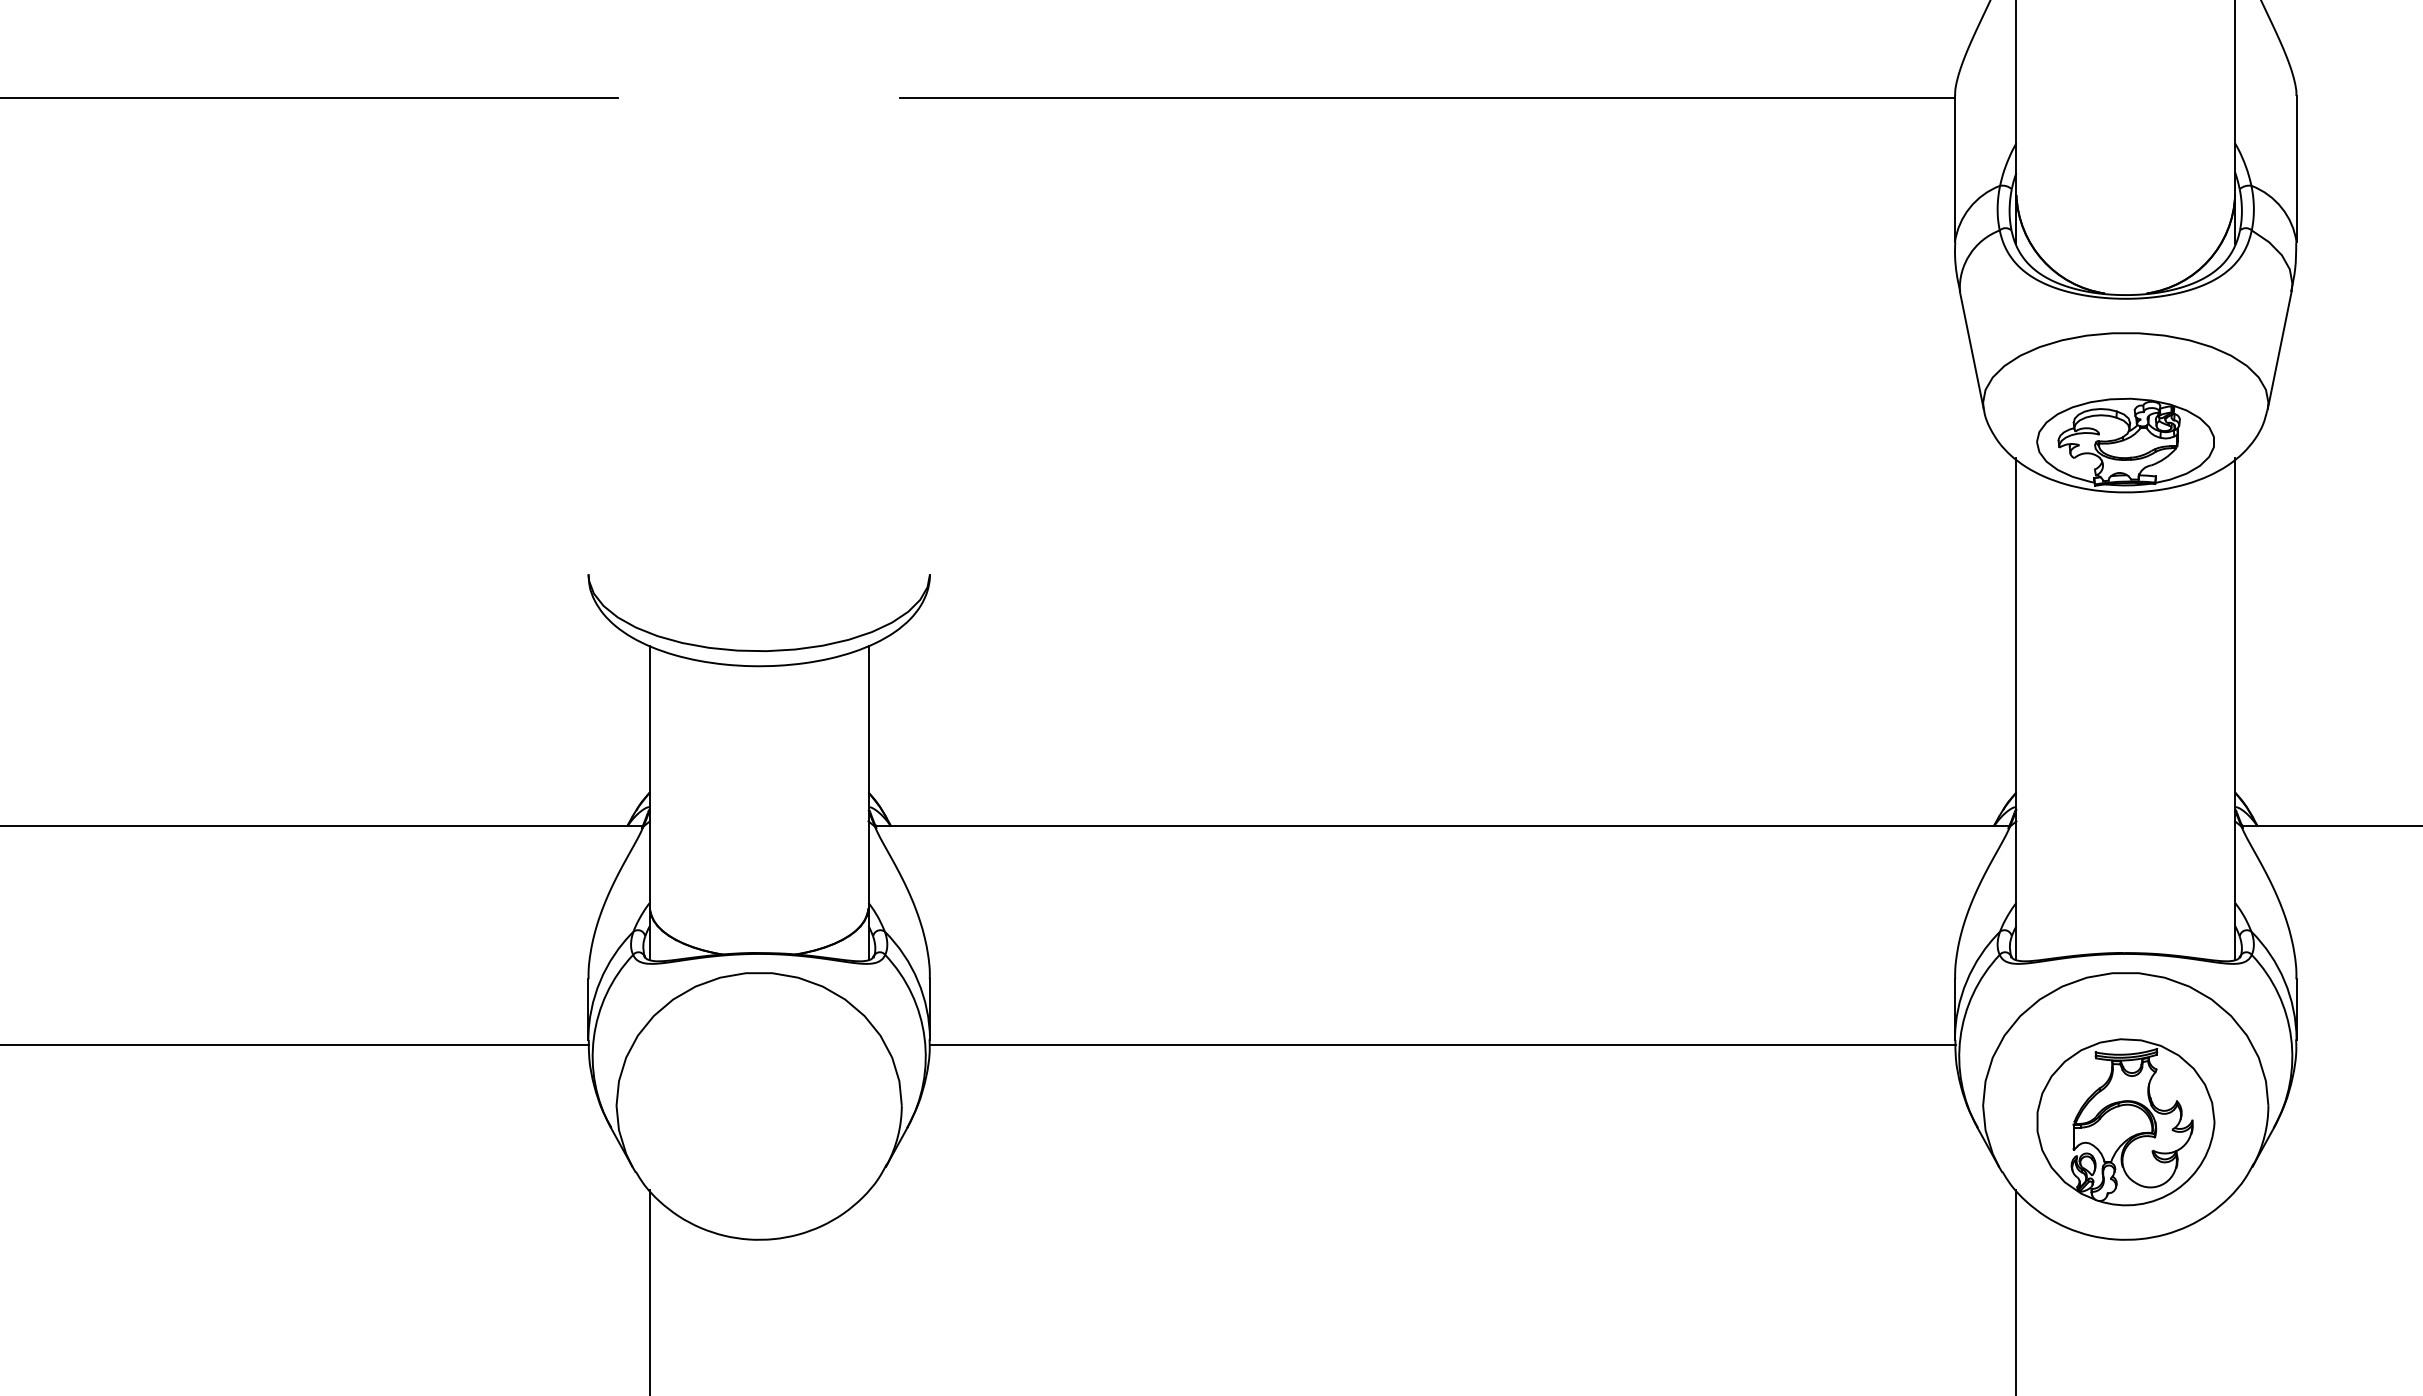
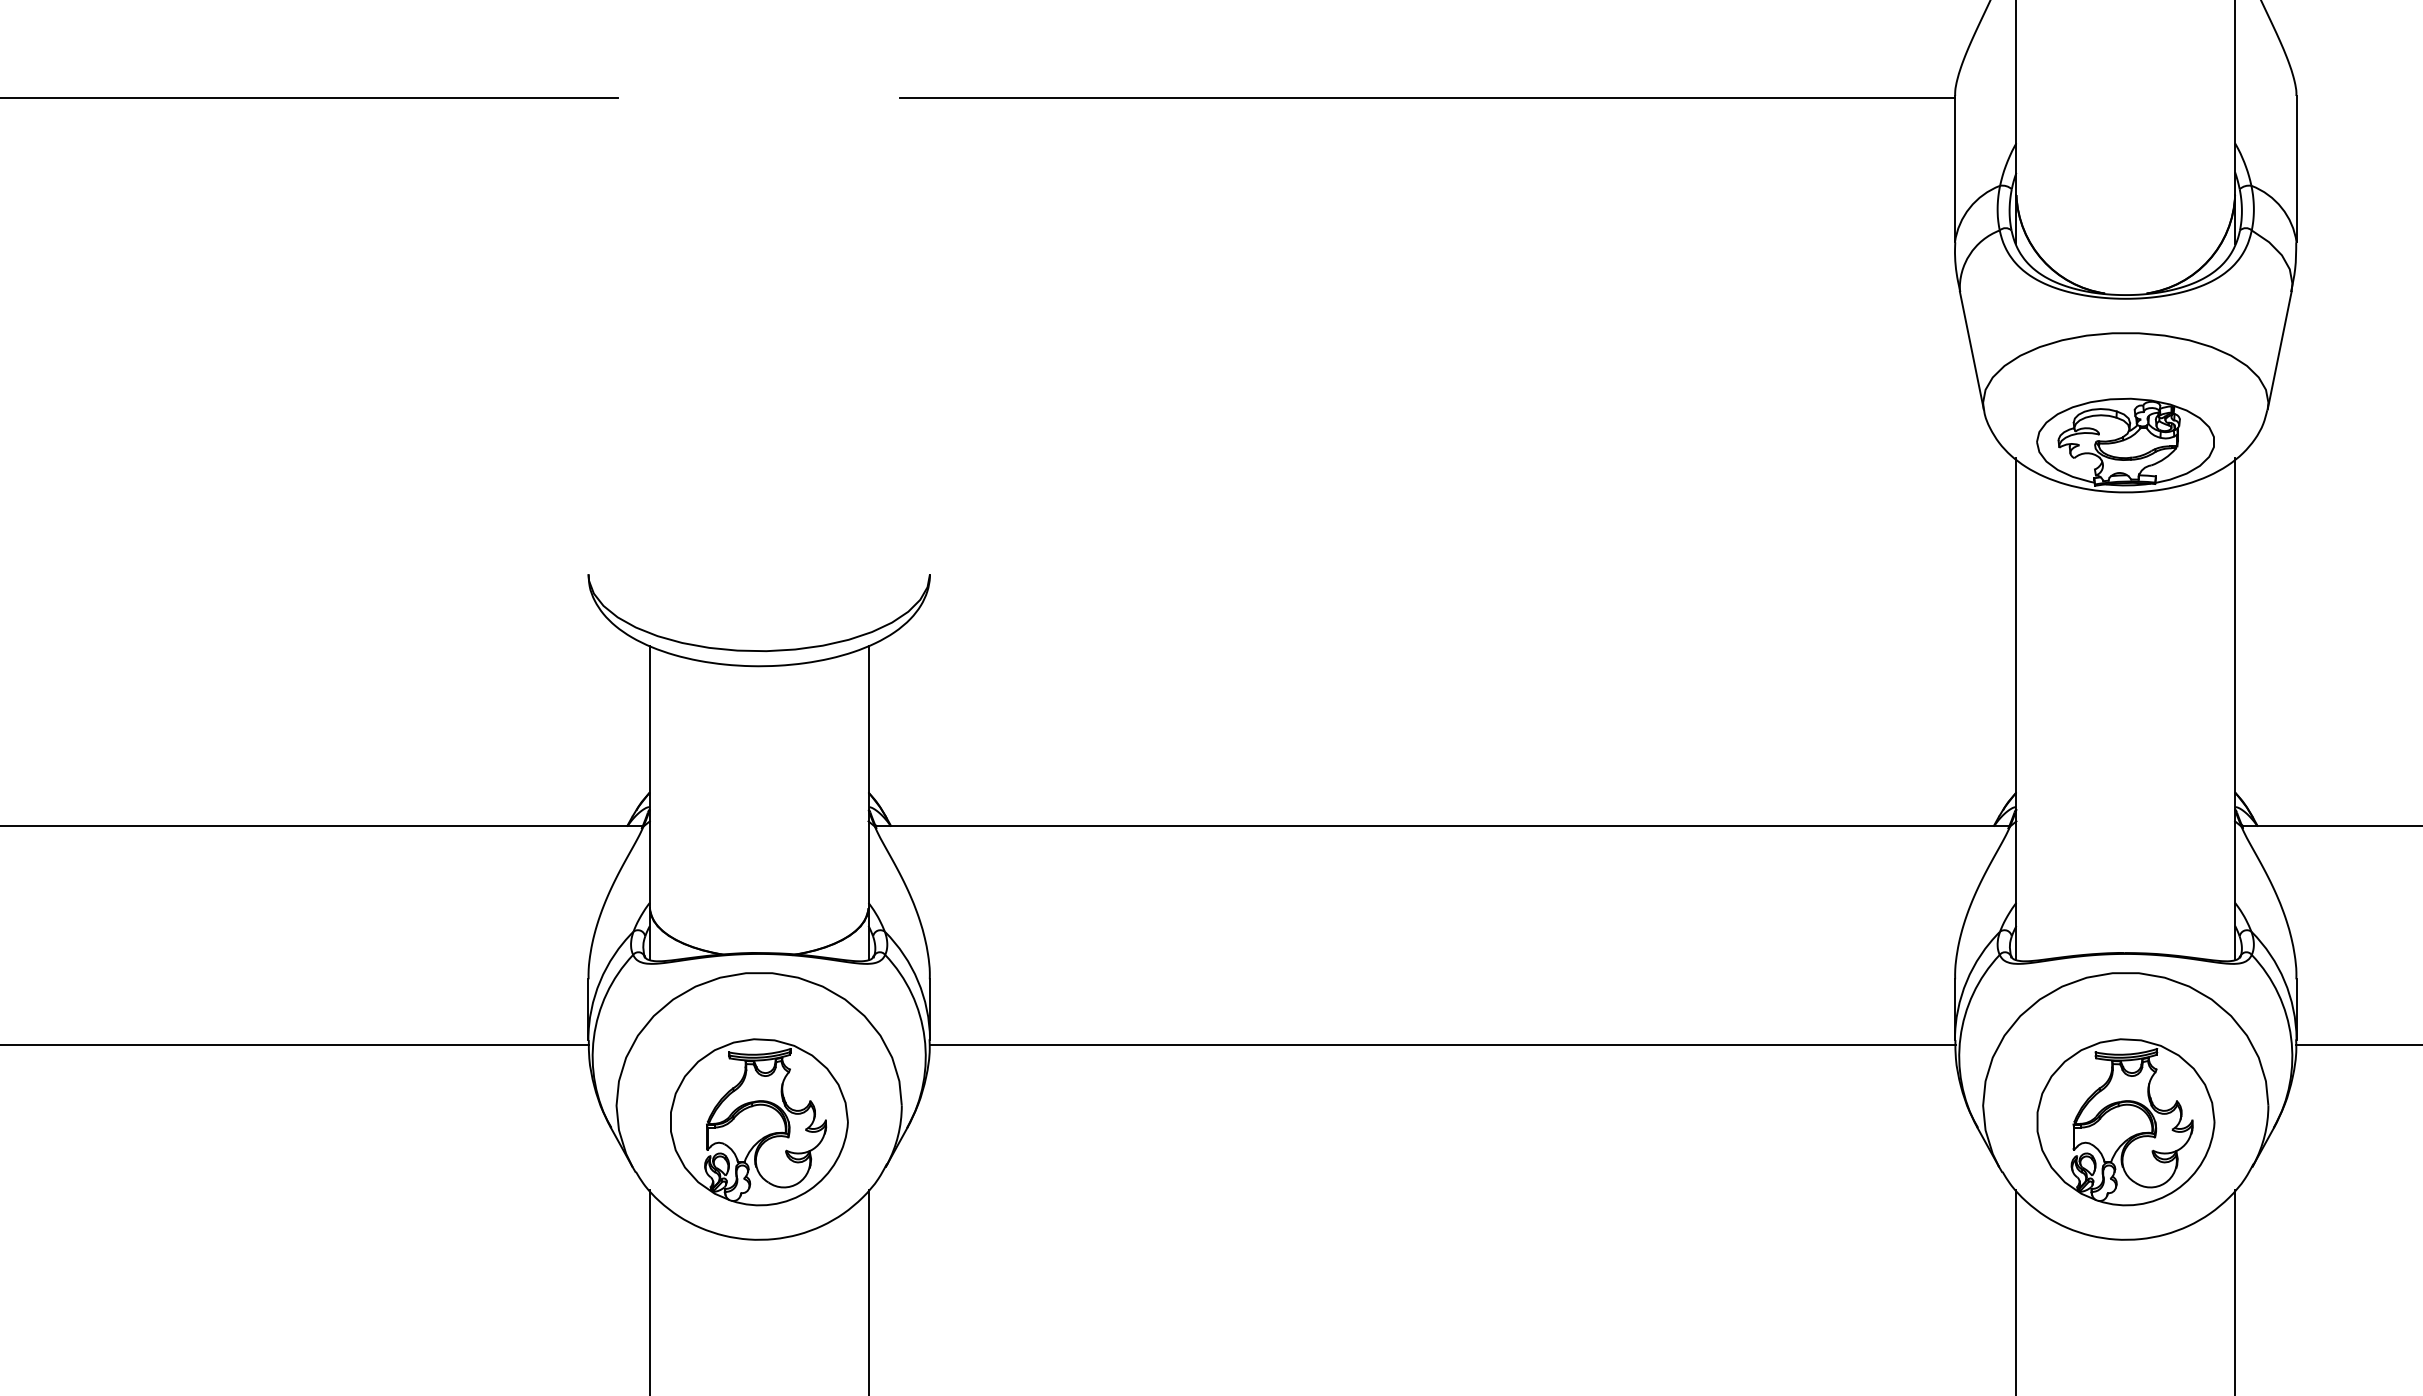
line at (2357, 1044): none -> present
part at (759, 1122): none -> present
line at (868, 1290): none -> present
line at (2235, 1290): none -> present
